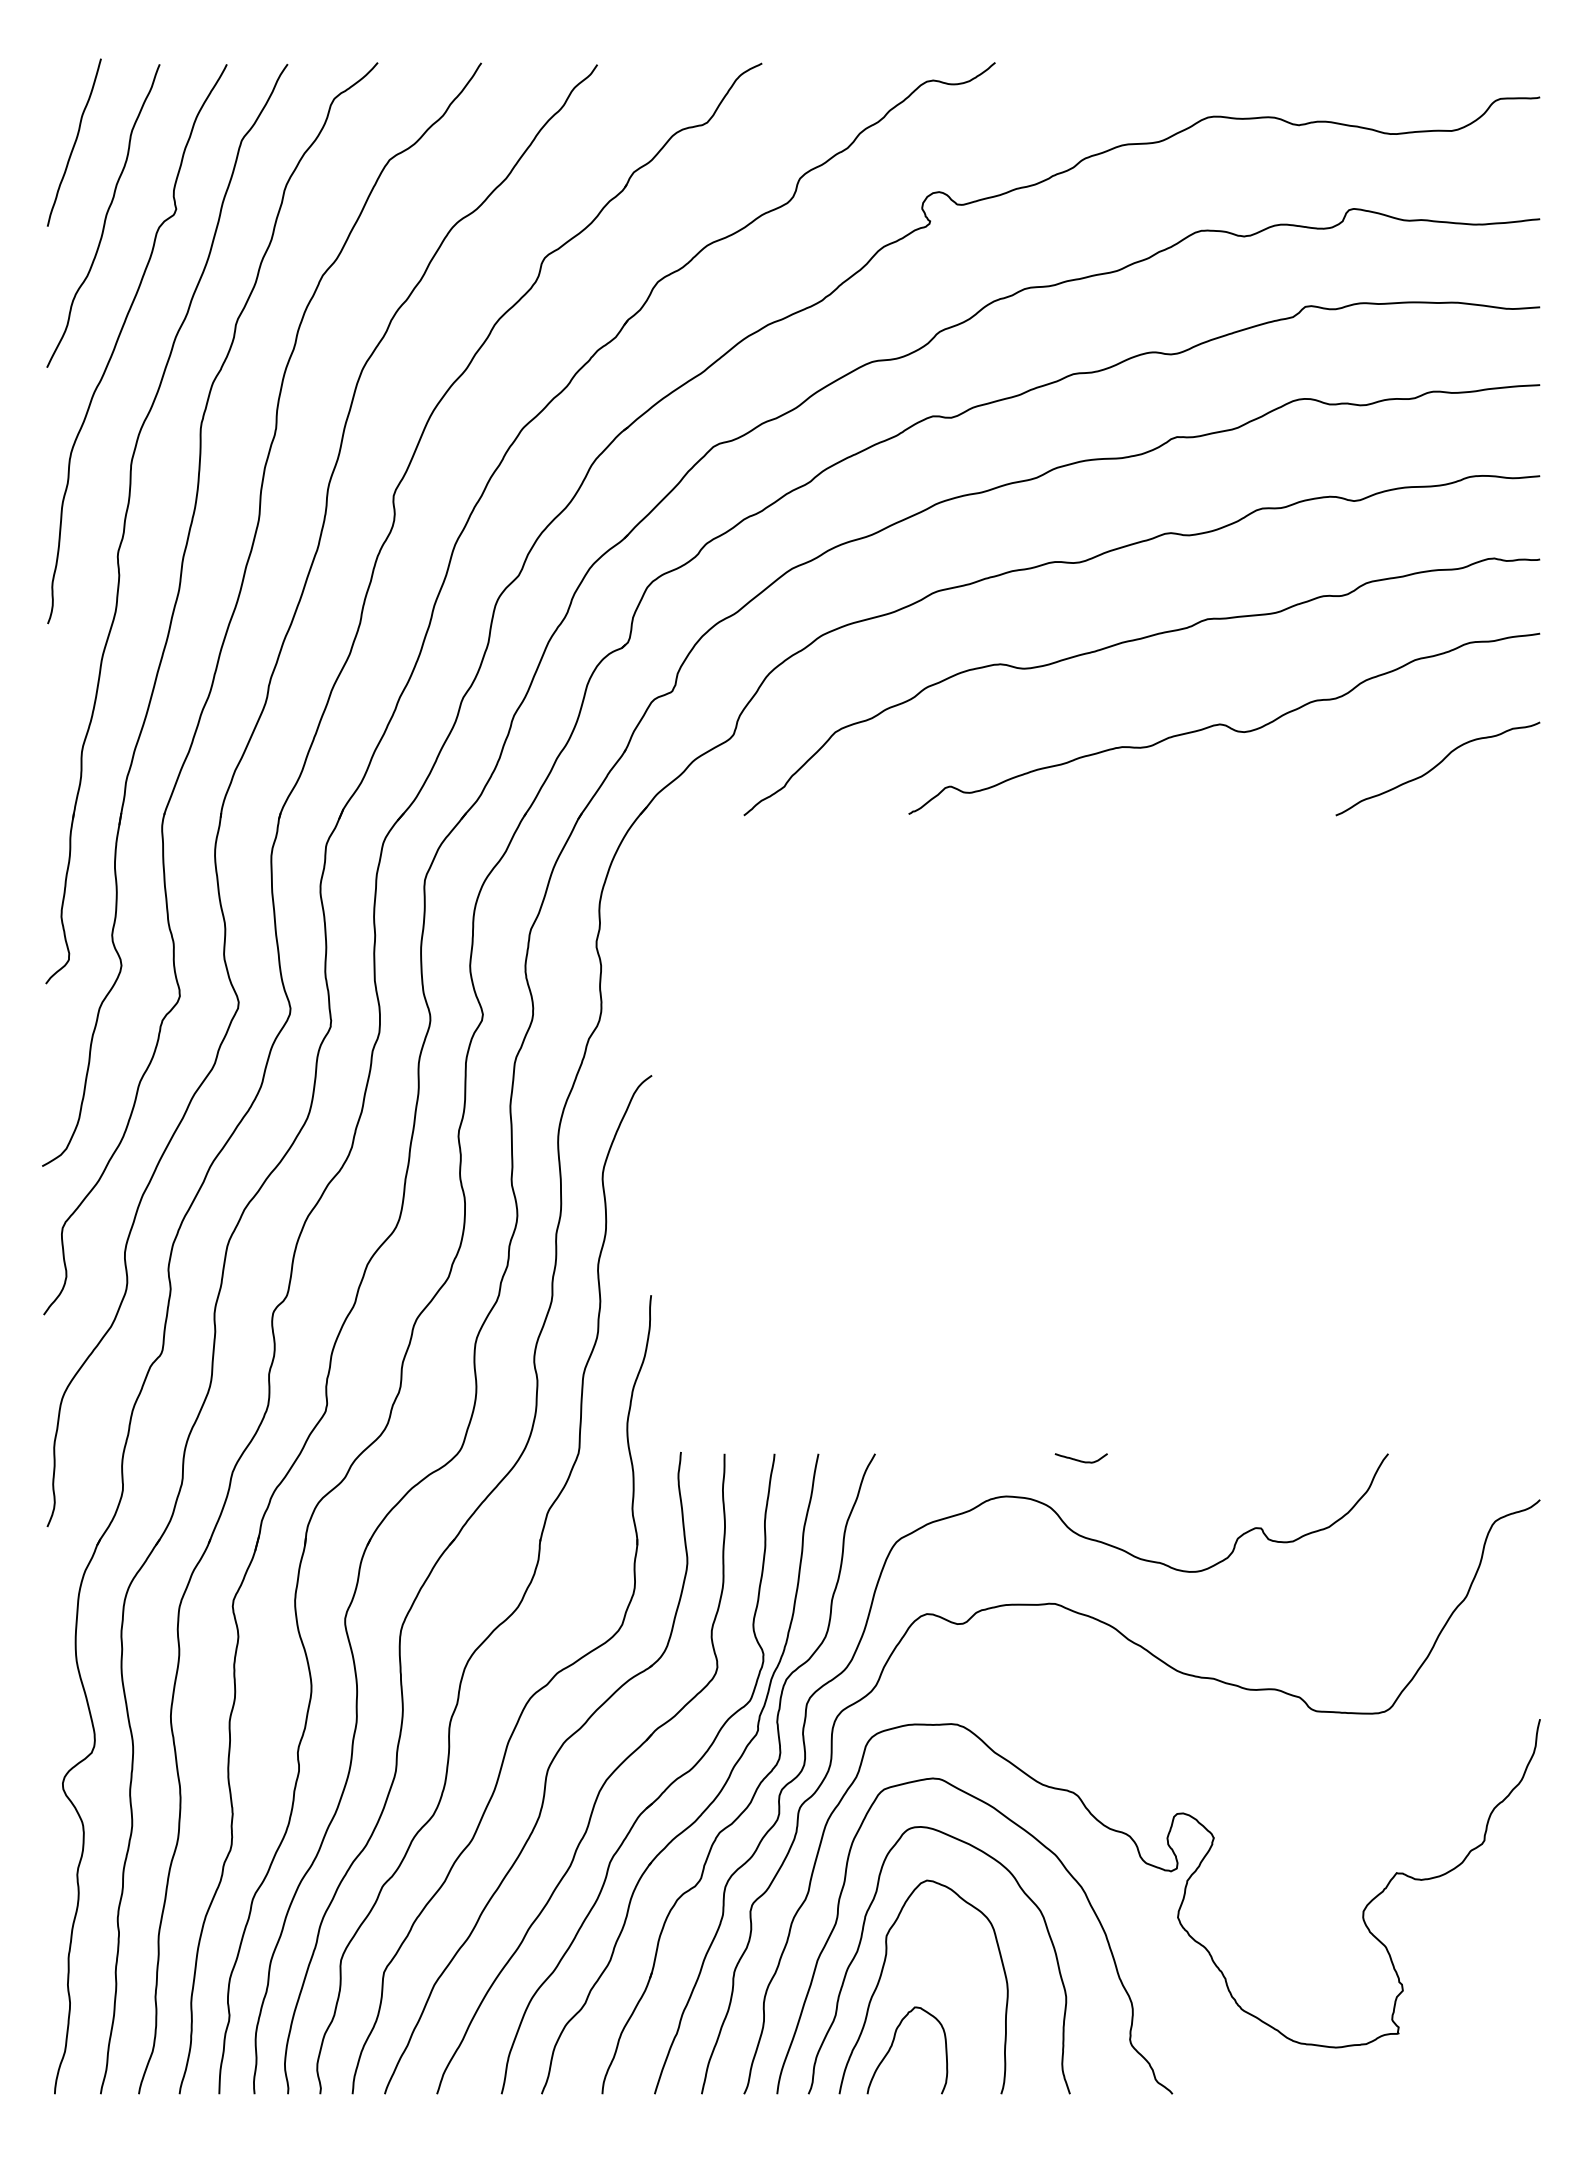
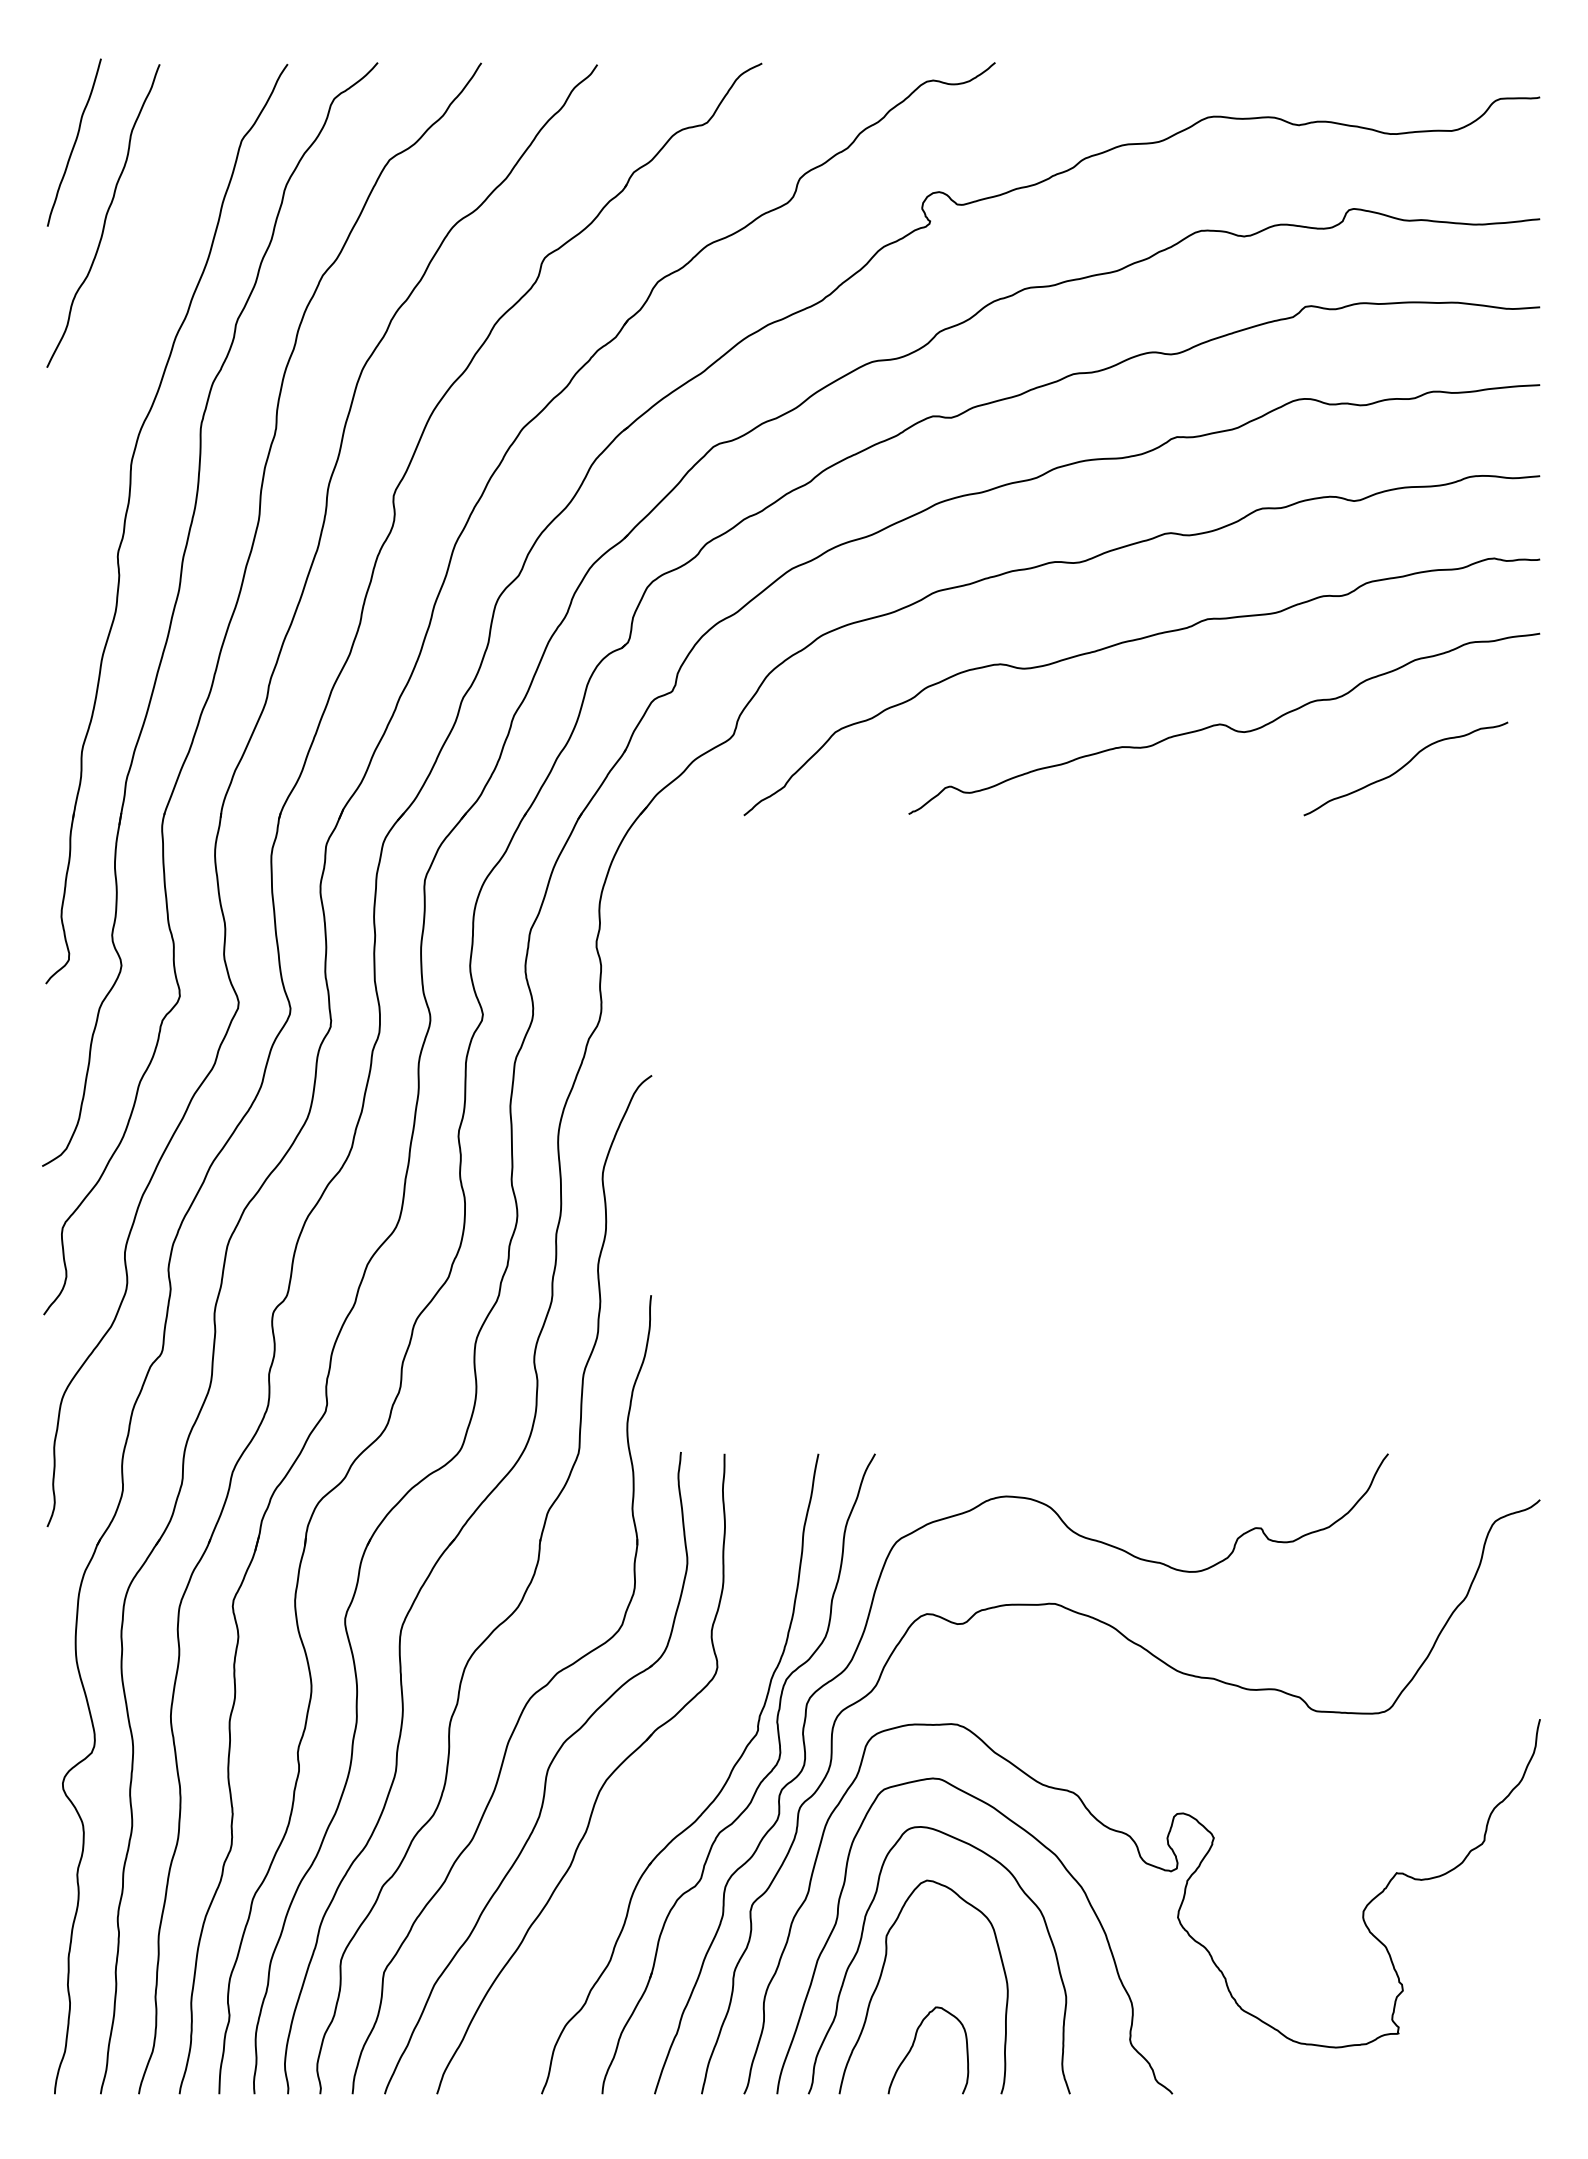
curve at (119, 338): present -> none
curve at (1436, 767) position: (1436, 767) -> (1404, 767)
curve at (1080, 1460): present -> none
part at (661, 1792): present -> none
curve at (892, 2046) position: (892, 2046) -> (913, 2046)
